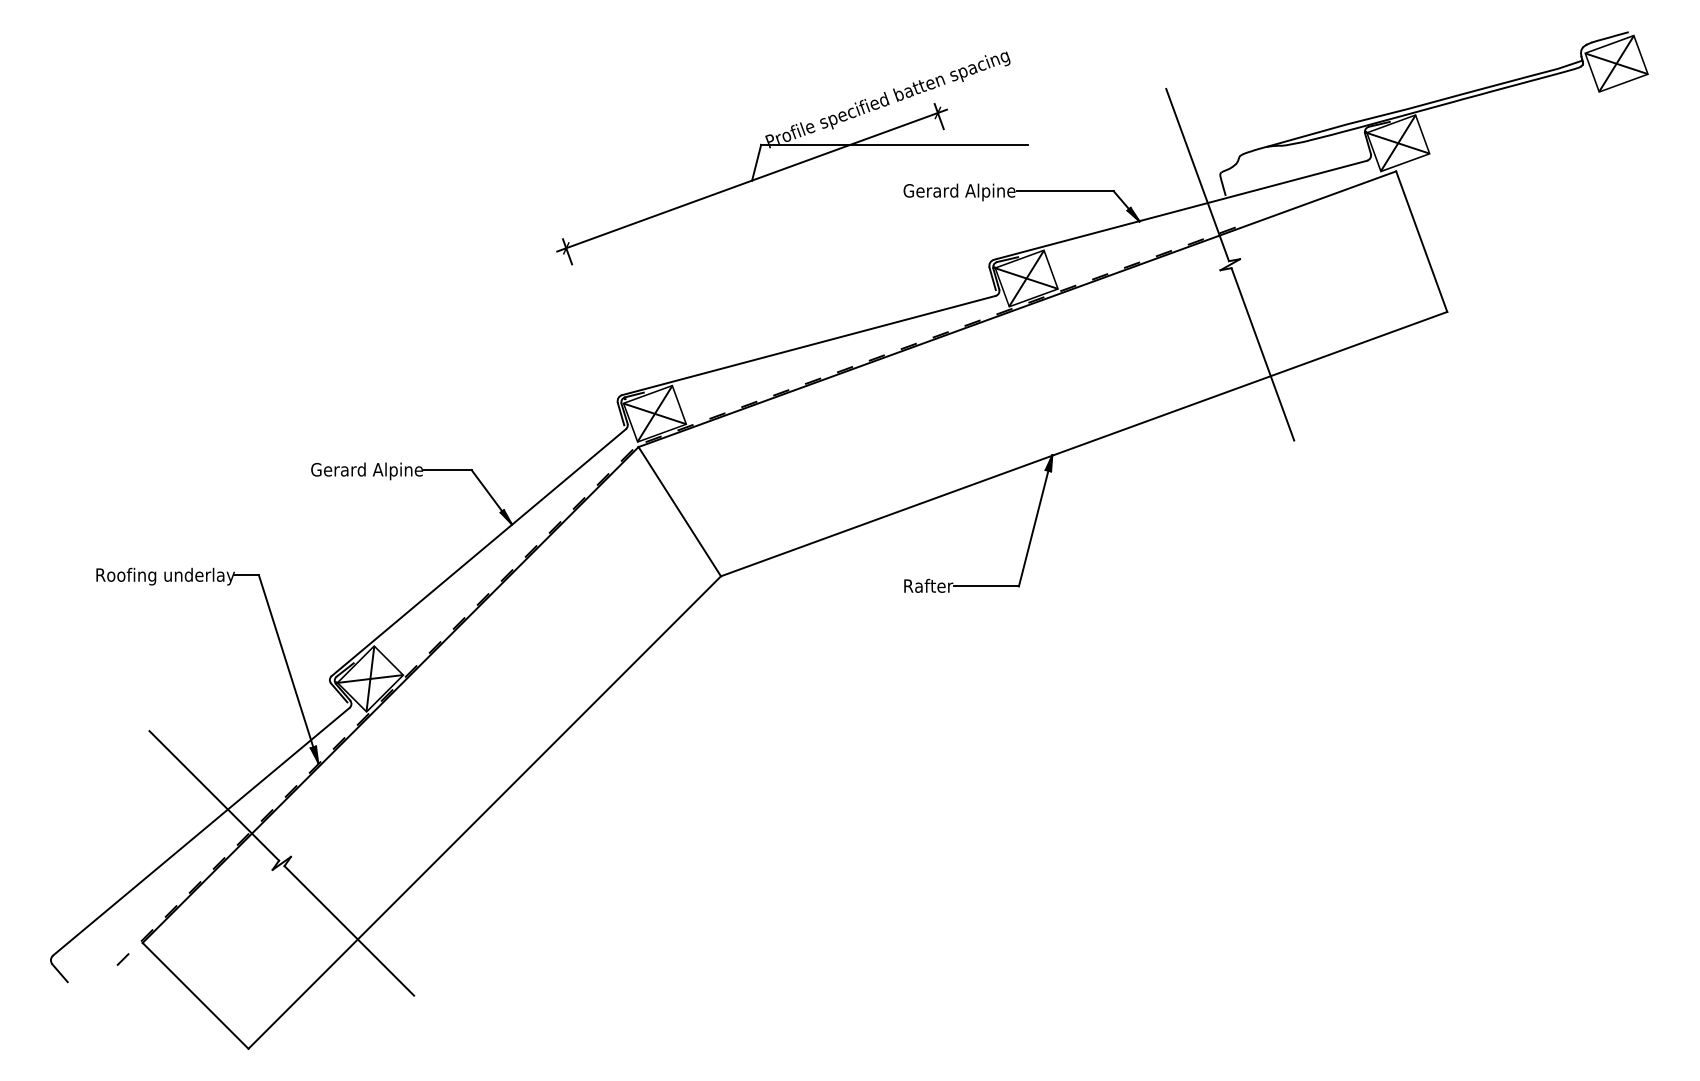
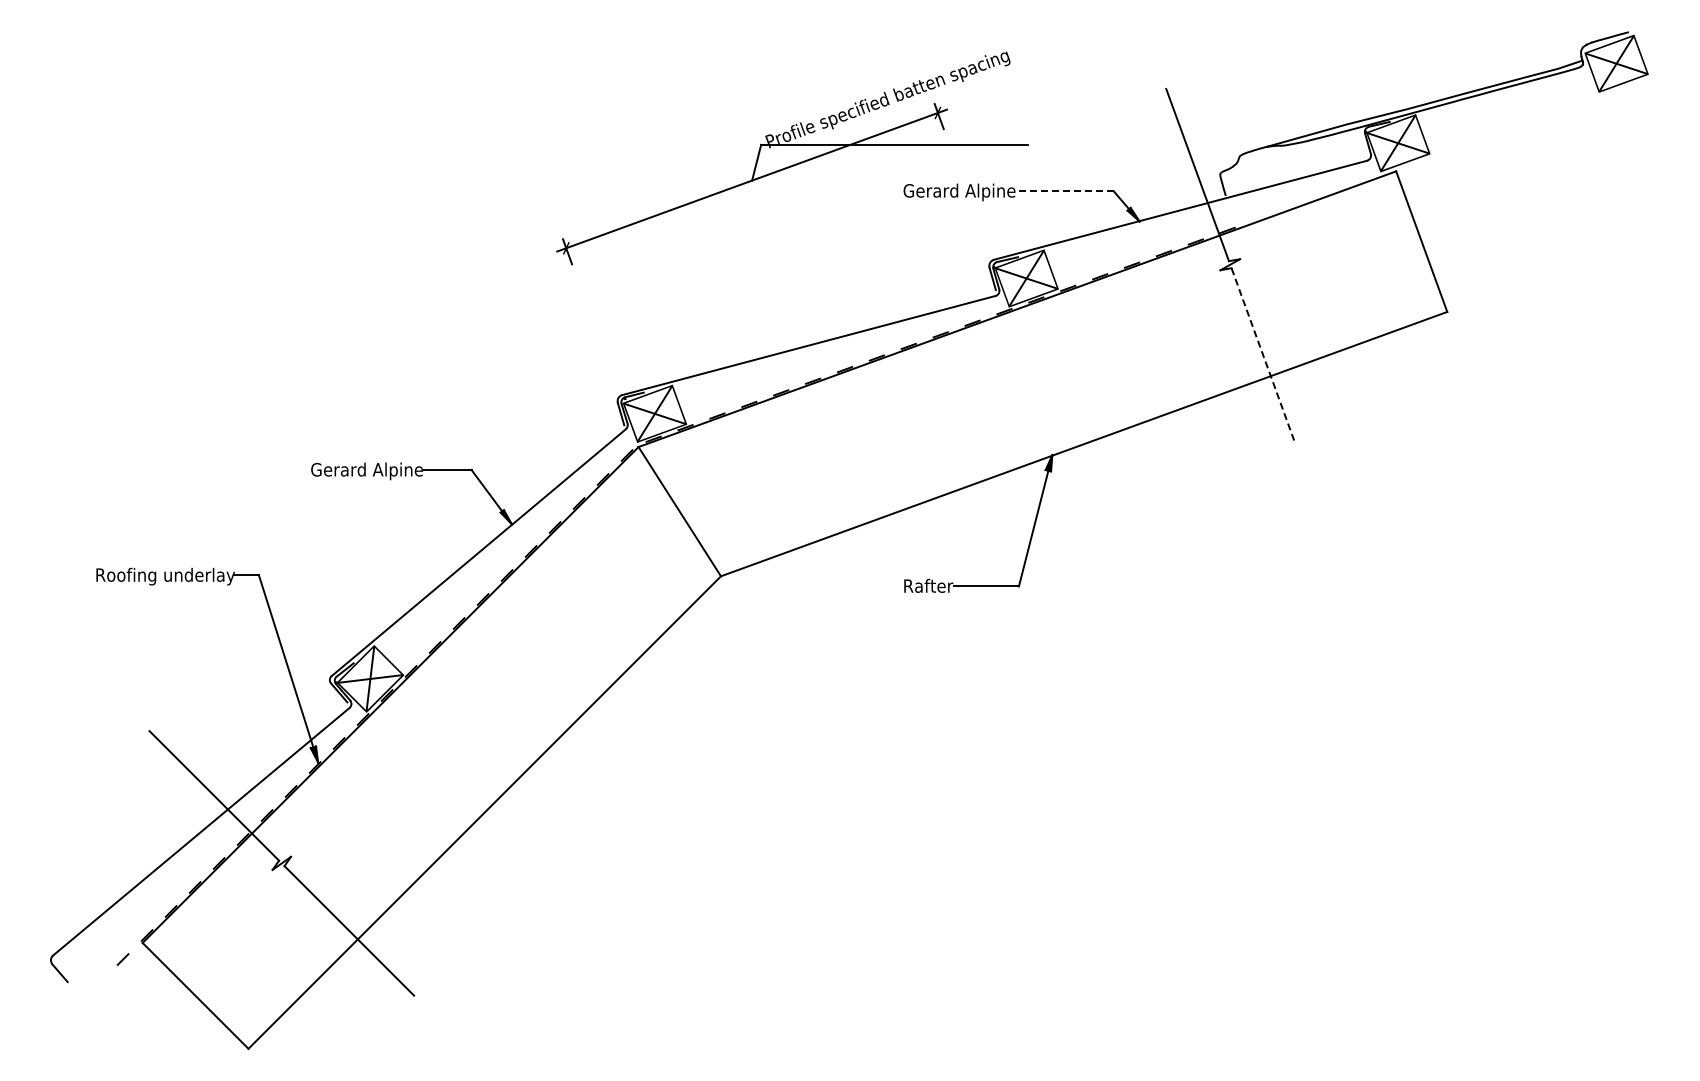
line at (1064, 191): solid -> dashed
line at (1262, 354): solid -> dashed
